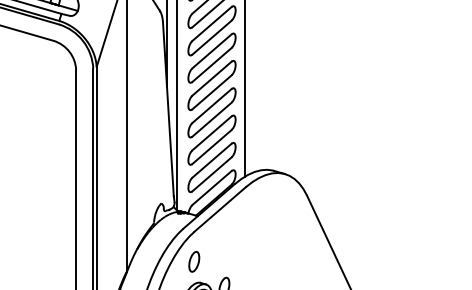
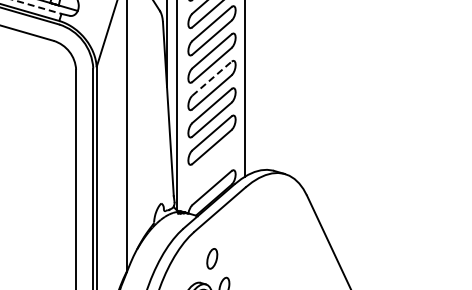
line at (37, 6): solid -> dashed
line at (212, 78): solid -> dashed
part at (211, 167): present -> none
part at (194, 261) position: (194, 261) -> (212, 258)
